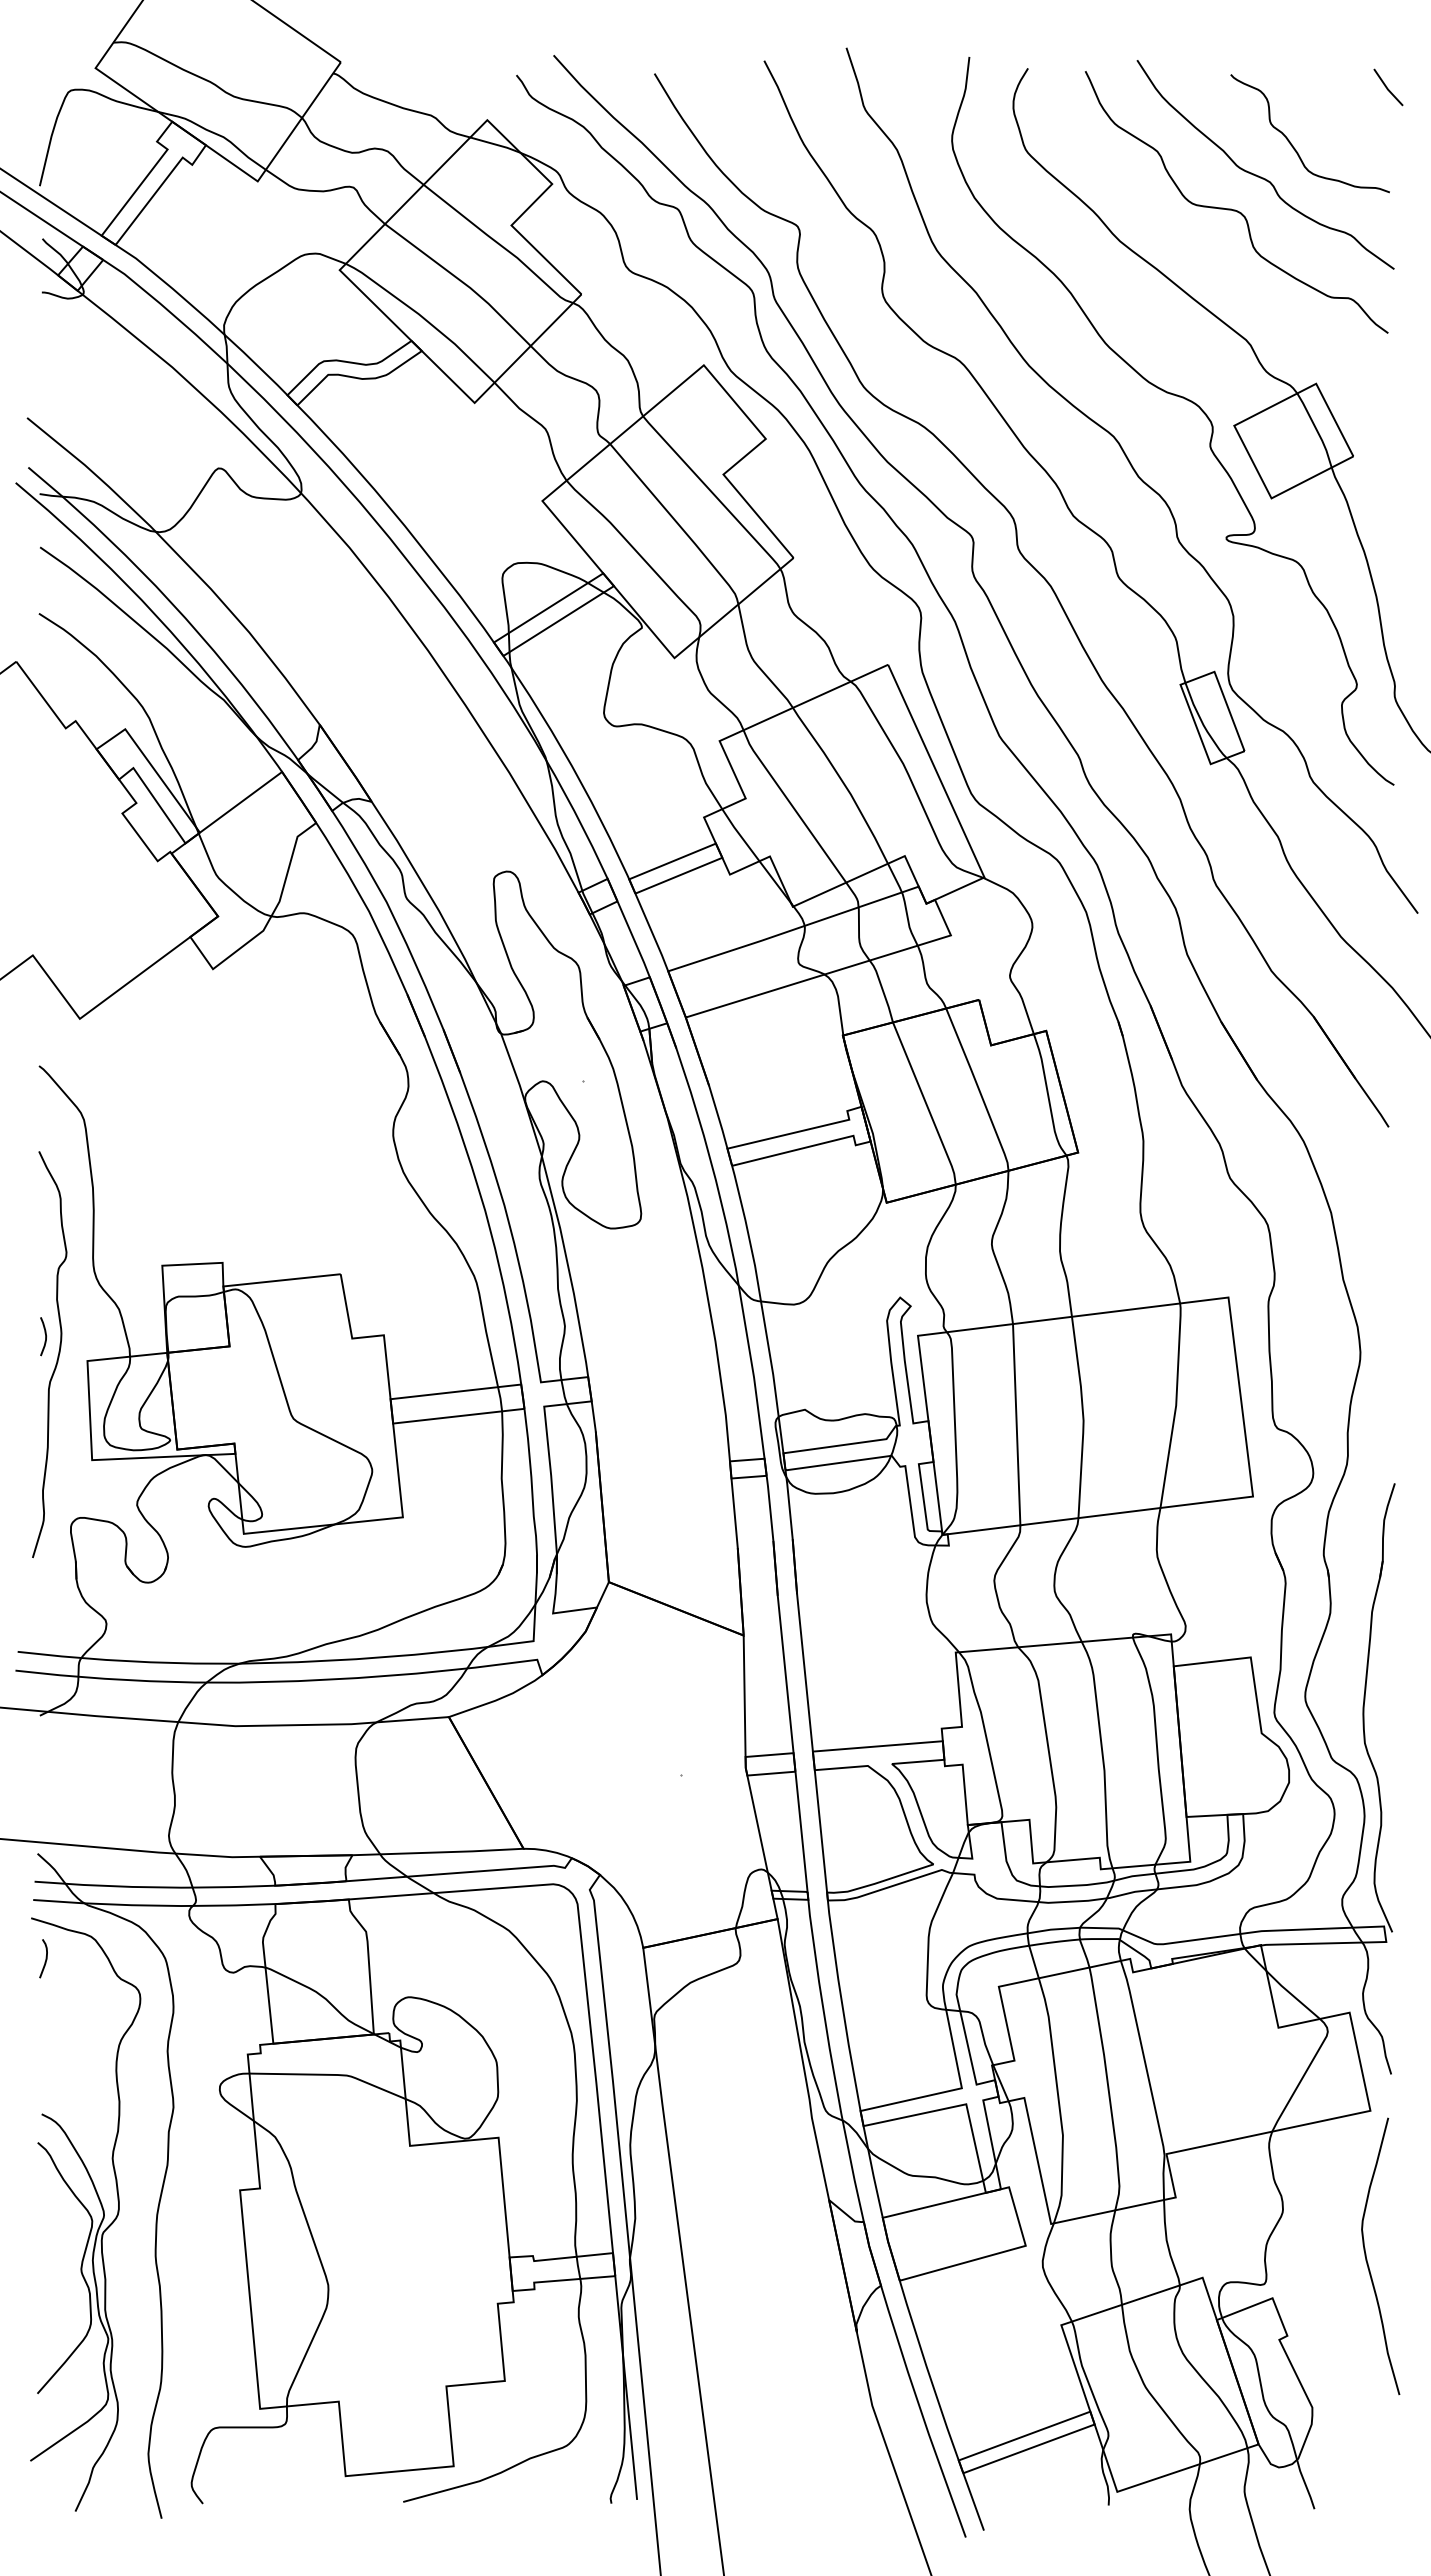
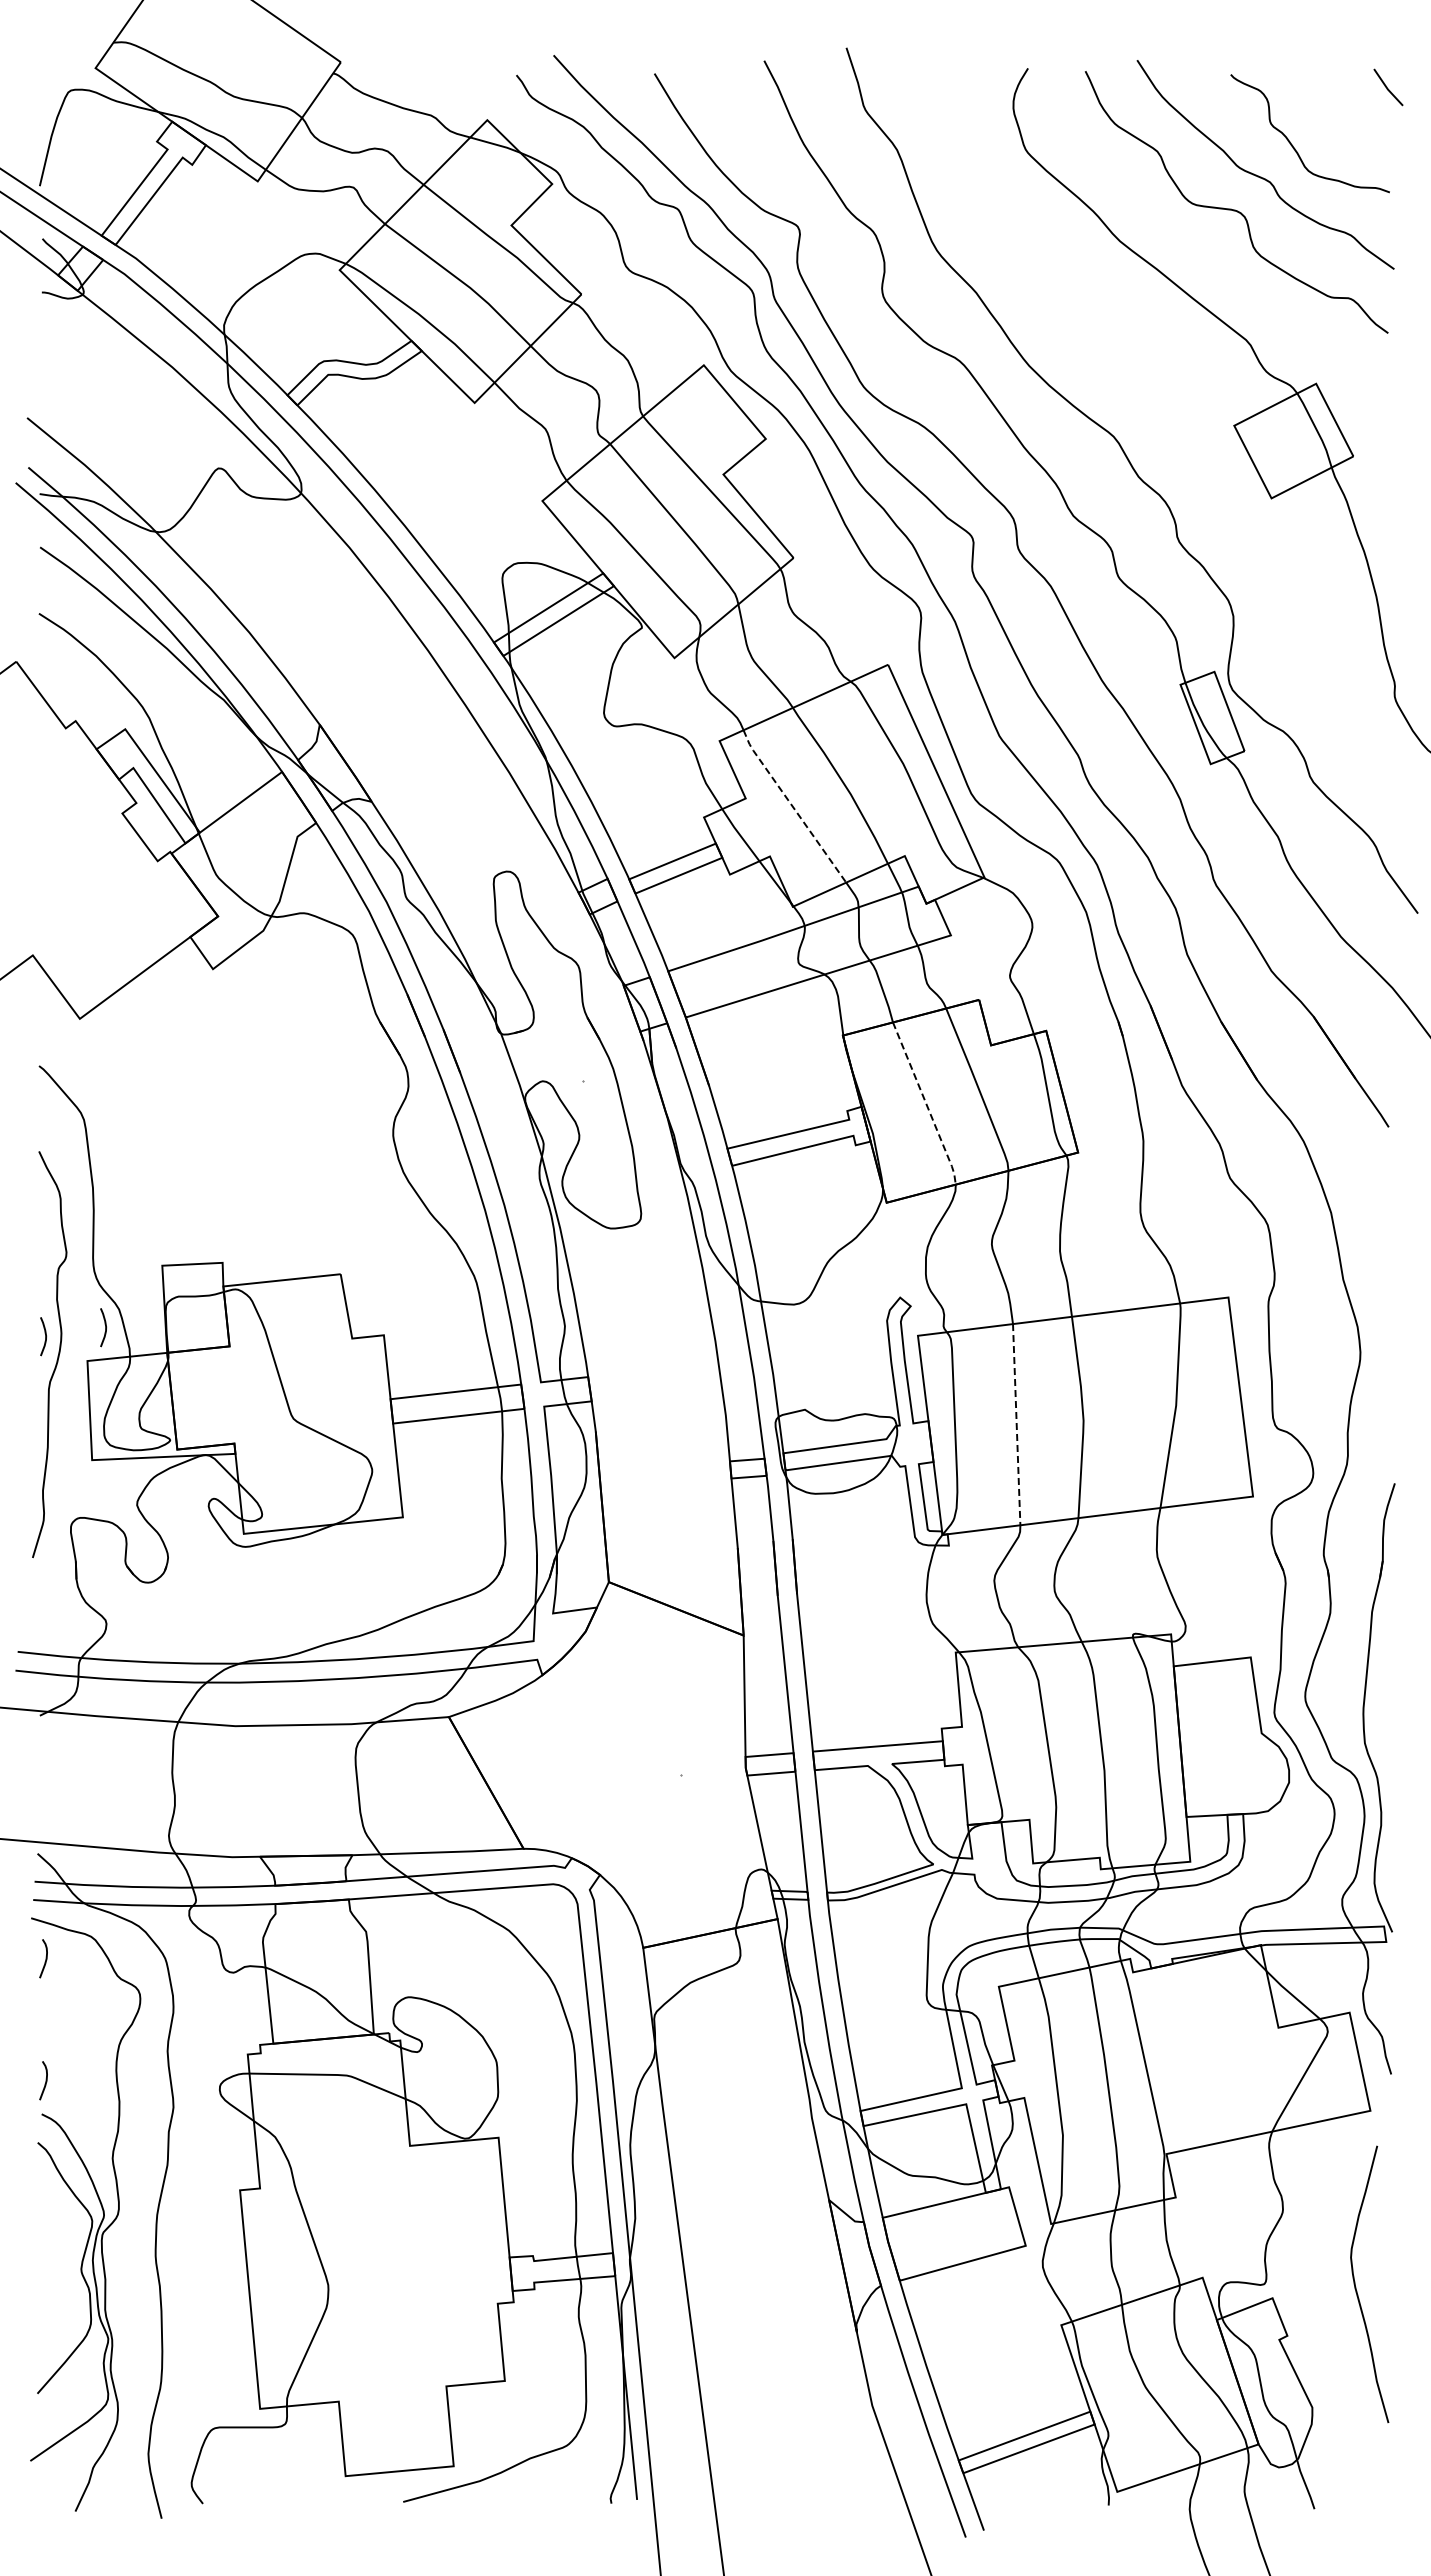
curve at (1179, 397): present -> none
line at (792, 806): solid -> dashed
line at (926, 1104): solid -> dashed
curve at (105, 1327): none -> present
line at (1016, 1424): solid -> dashed
curve at (45, 2080): none -> present
curve at (1367, 2259) position: (1367, 2259) -> (1356, 2287)
